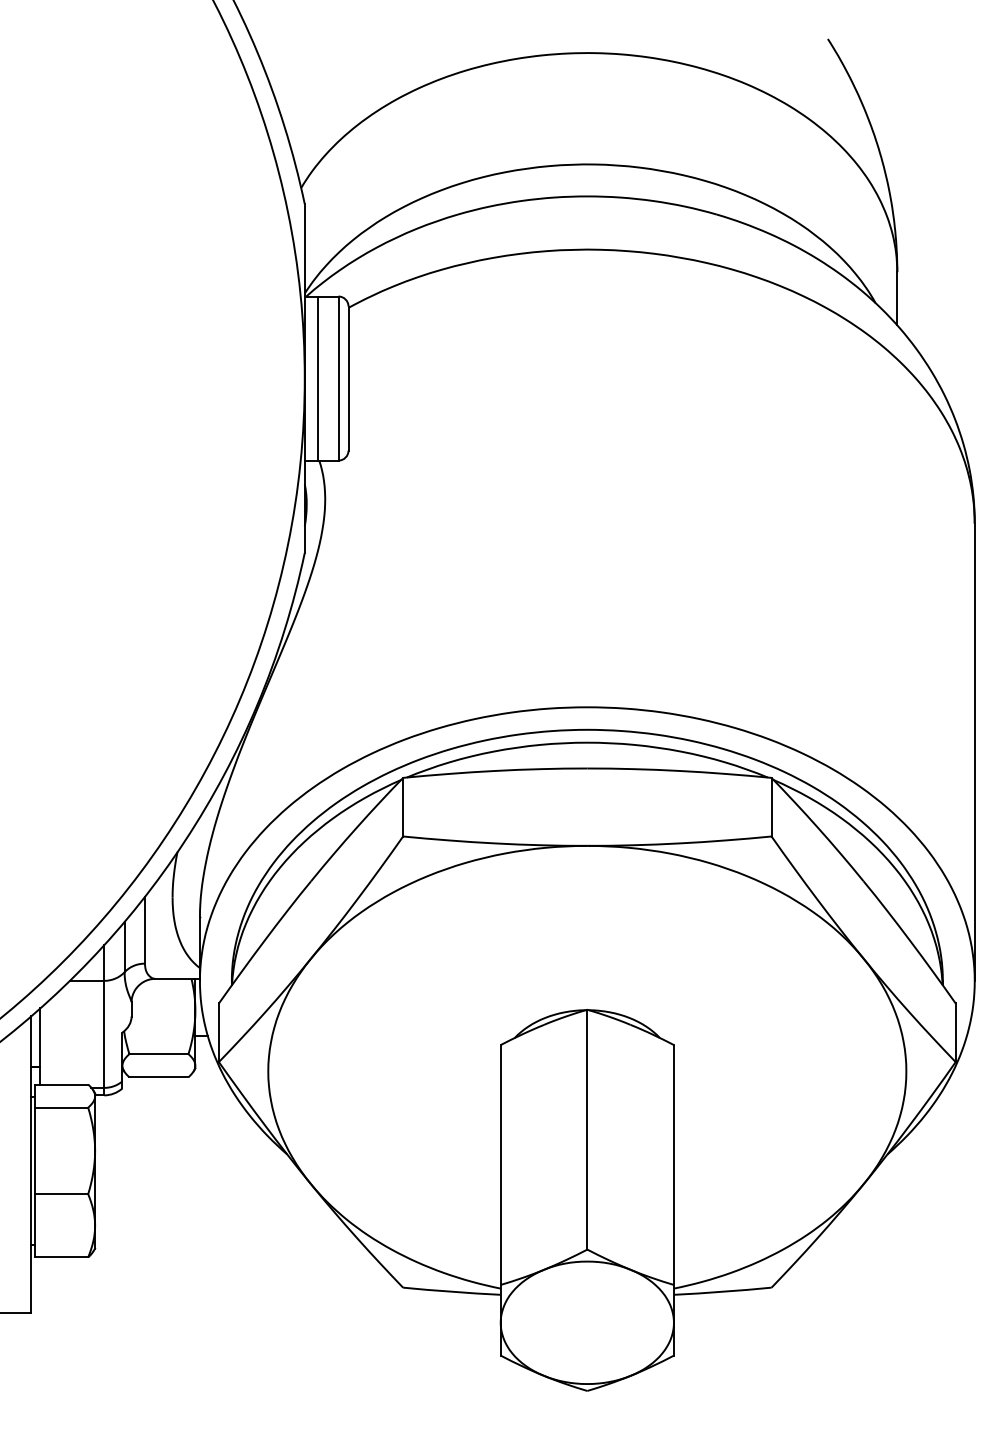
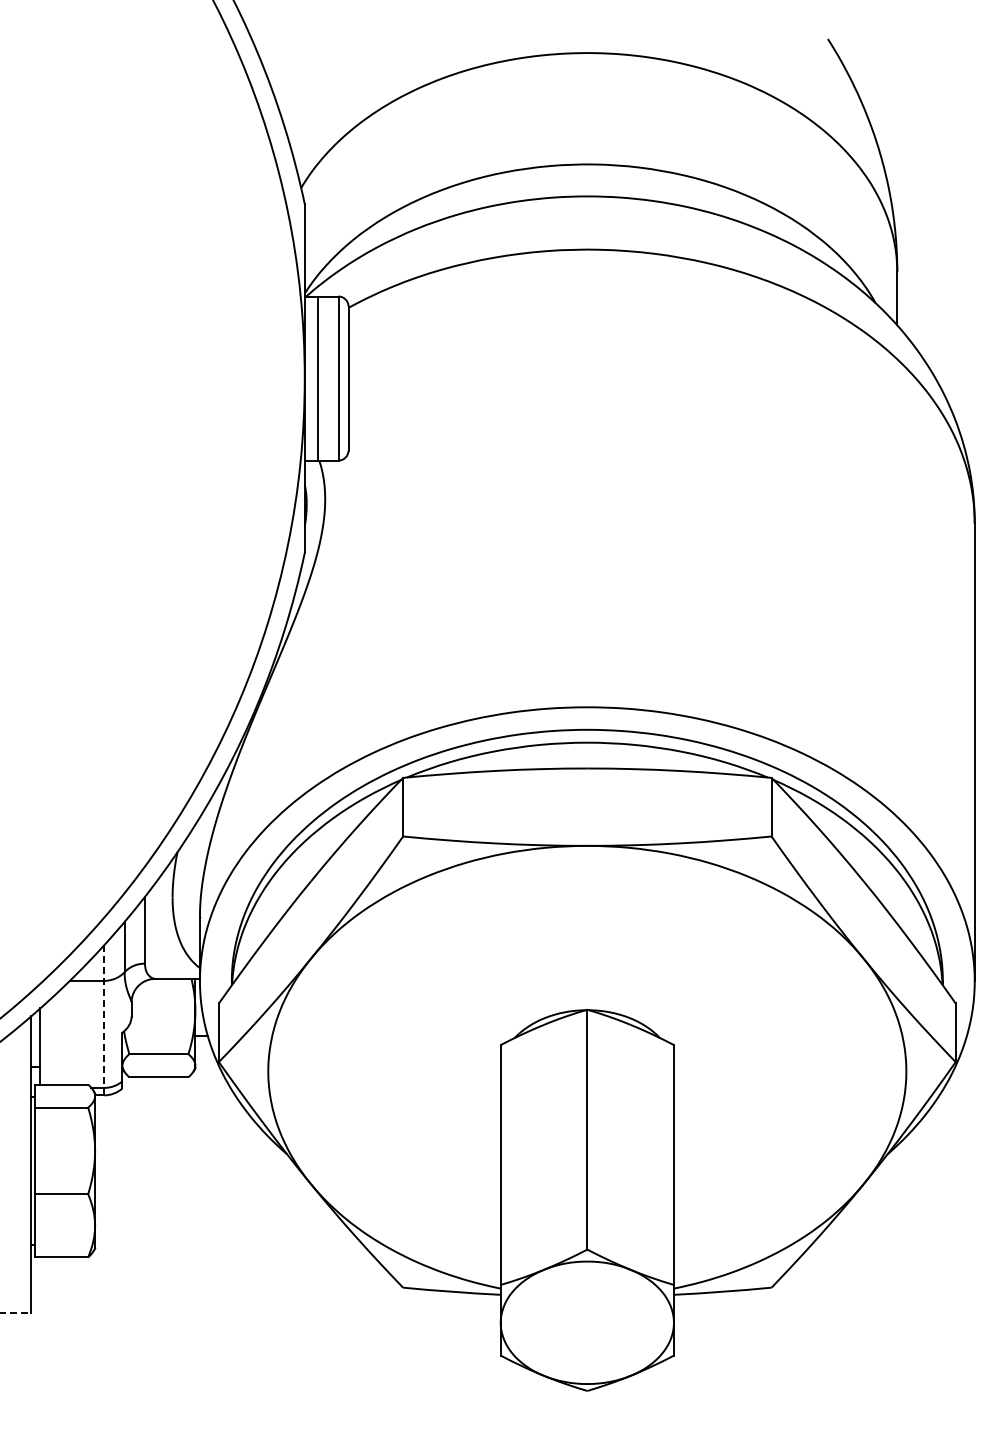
line at (104, 1020): solid -> dashed
line at (16, 1312): solid -> dashed
